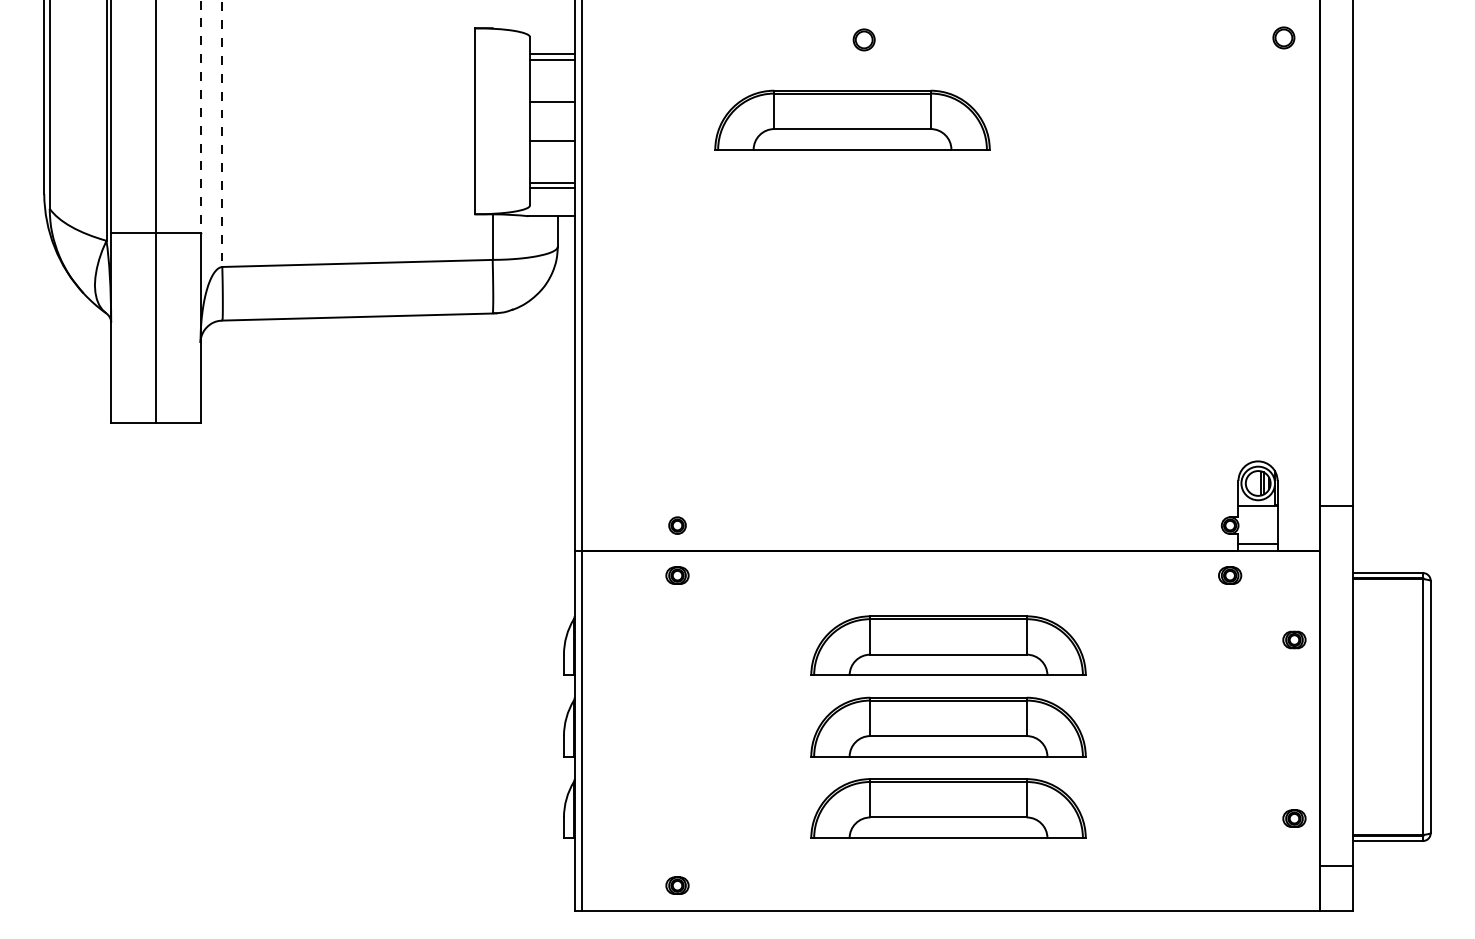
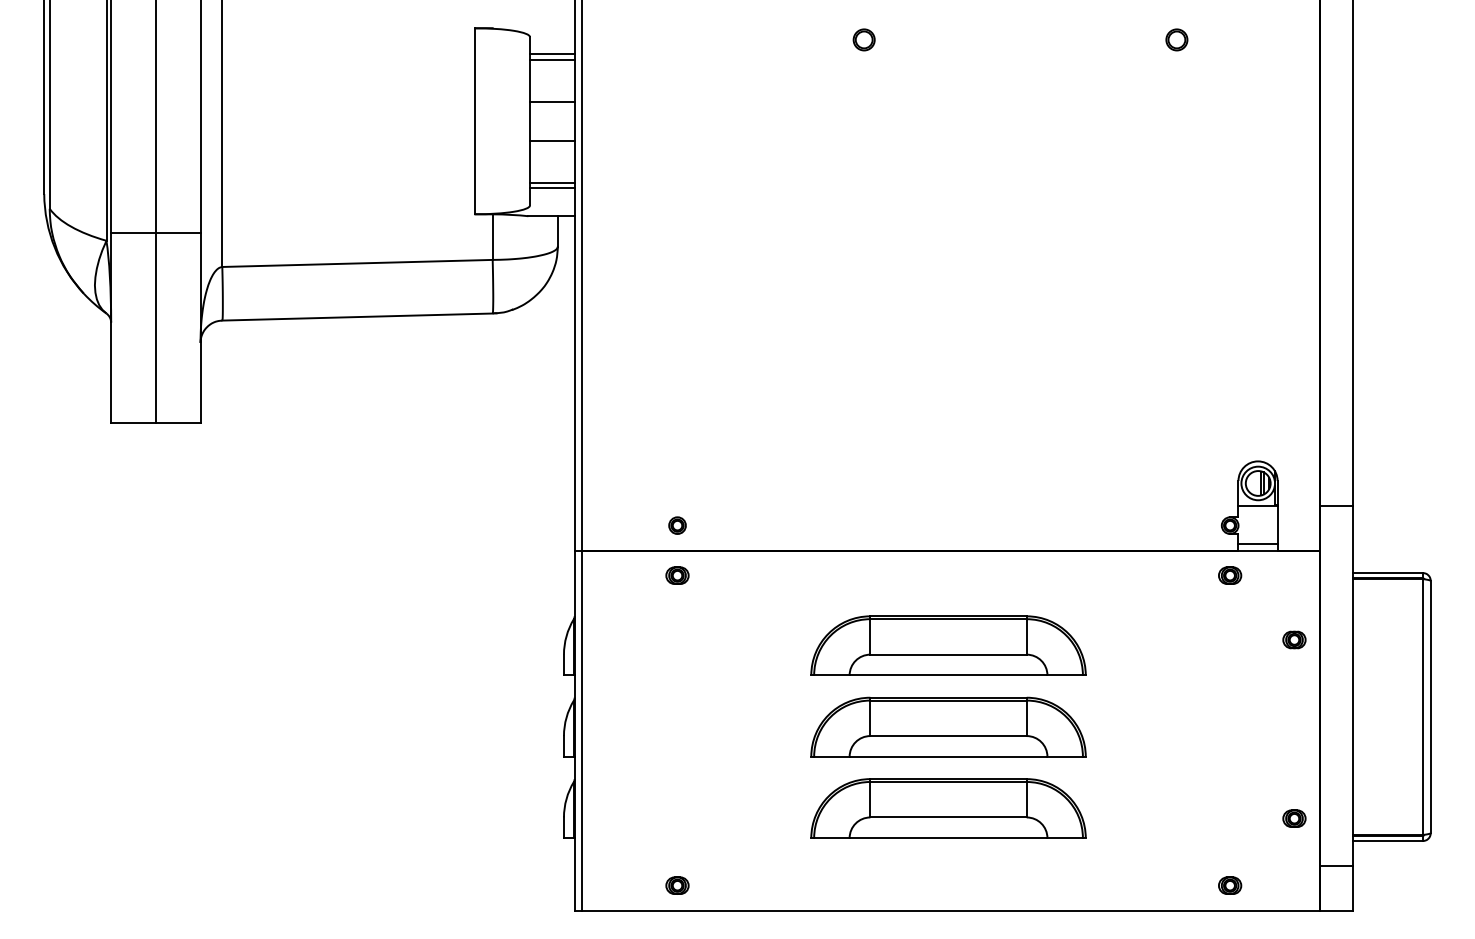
part at (1283, 37) position: (1283, 37) -> (1176, 39)
line at (200, 117): dashed -> solid
part at (852, 119): present -> none
line at (222, 134): dashed -> solid
part at (1230, 885): none -> present
